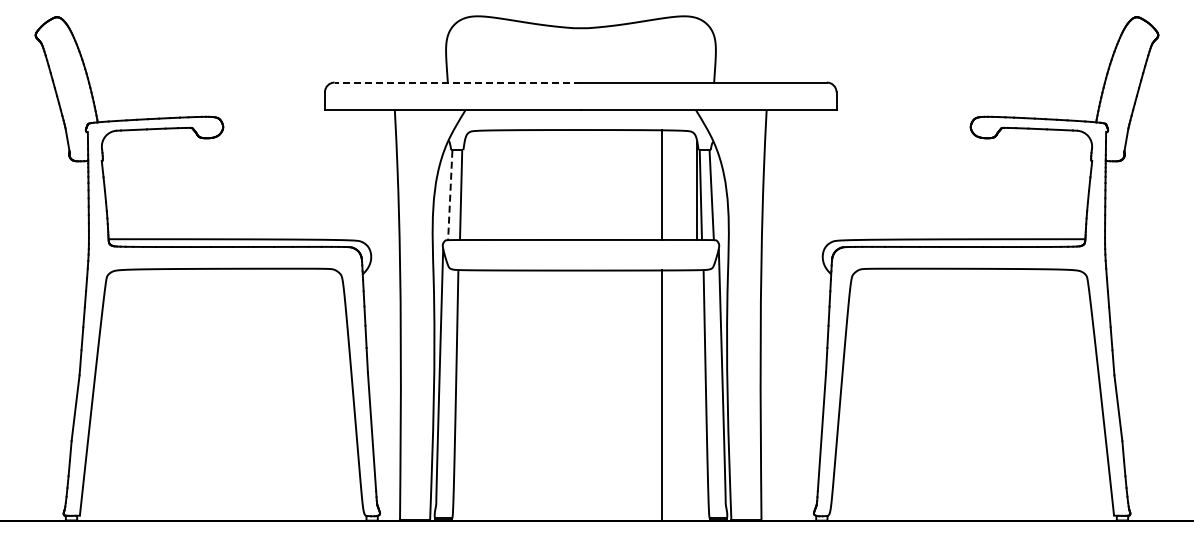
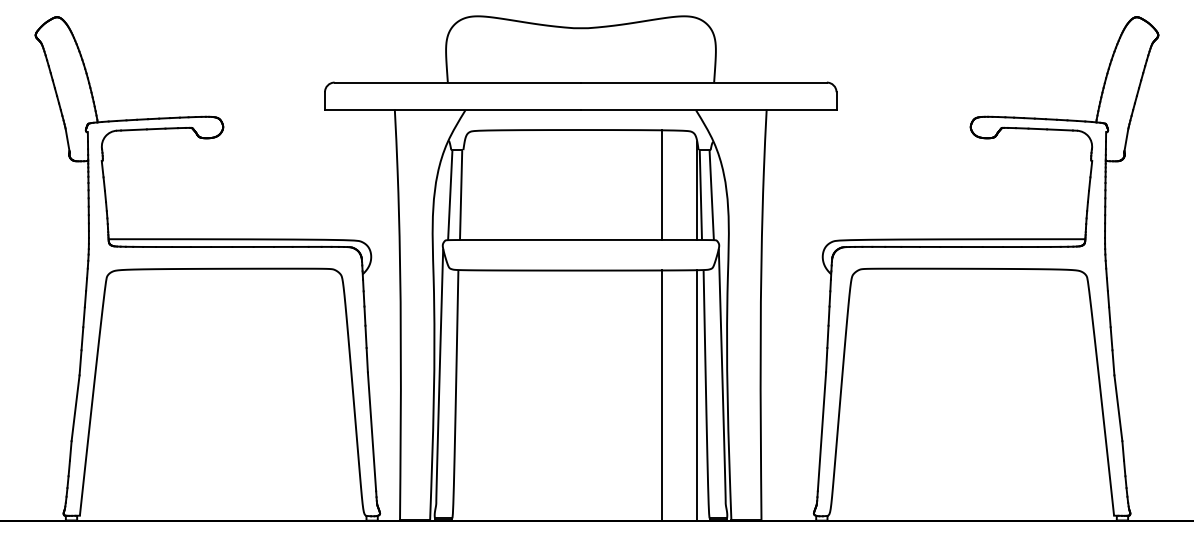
line at (457, 82): dashed -> solid
line at (450, 195): dashed -> solid
line at (697, 395): none -> present
